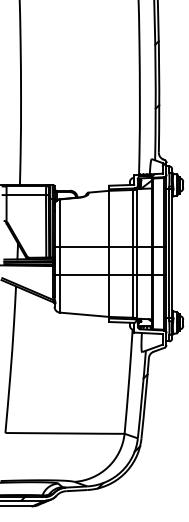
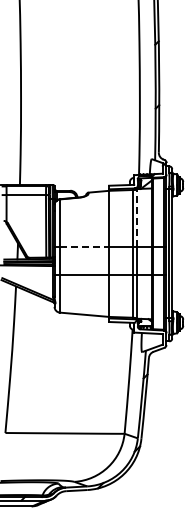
line at (137, 217): solid -> dashed
line at (84, 246): solid -> dashed
